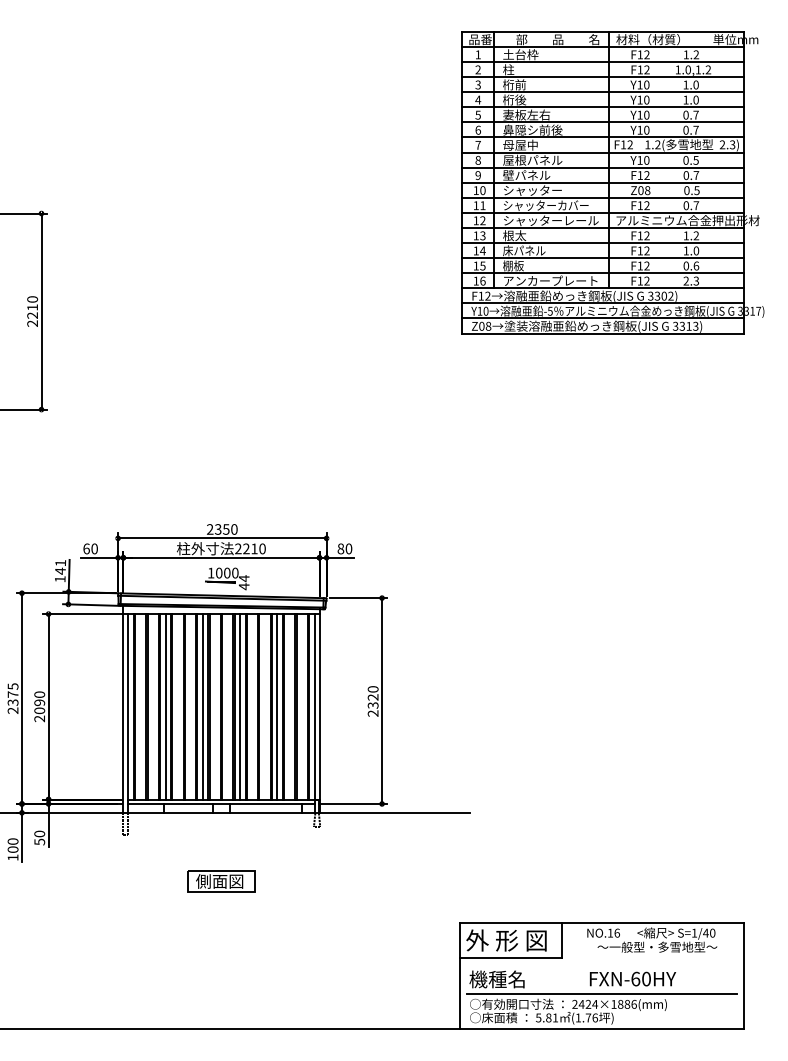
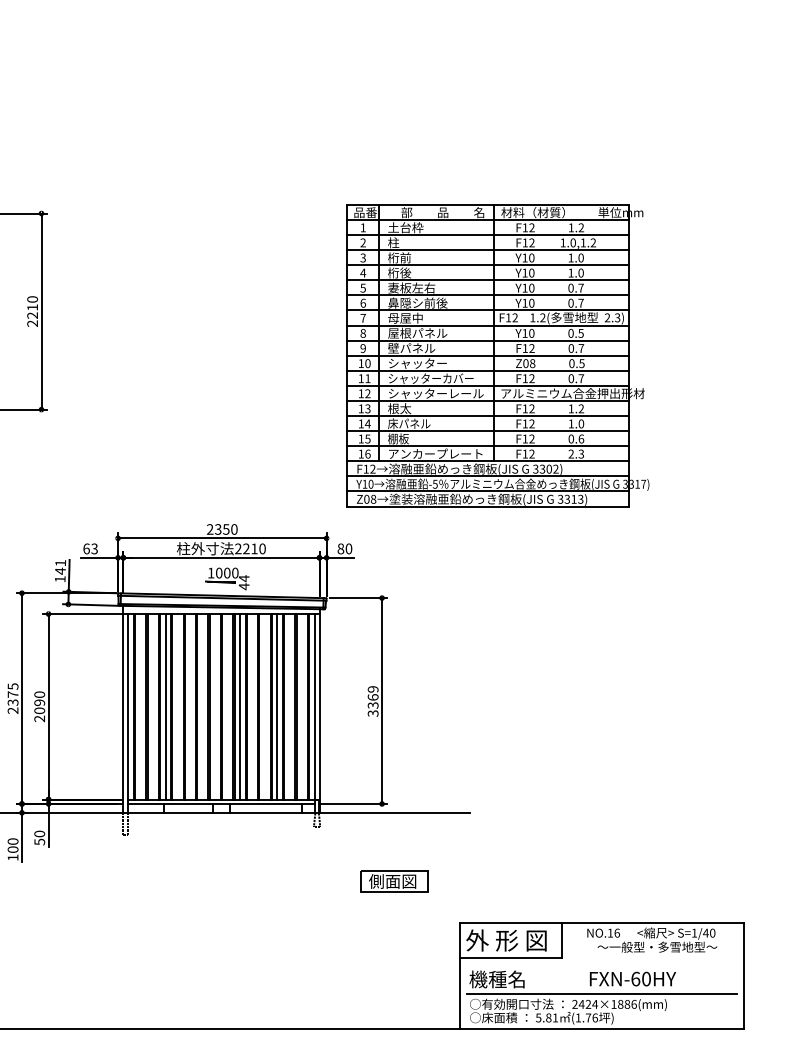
part at (612, 182) position: (612, 182) -> (497, 355)
text at (94, 548): 60 -> 63
text at (372, 701): 2320 -> 3369
line at (202, 706): present -> none
part at (221, 881) position: (221, 881) -> (394, 881)
